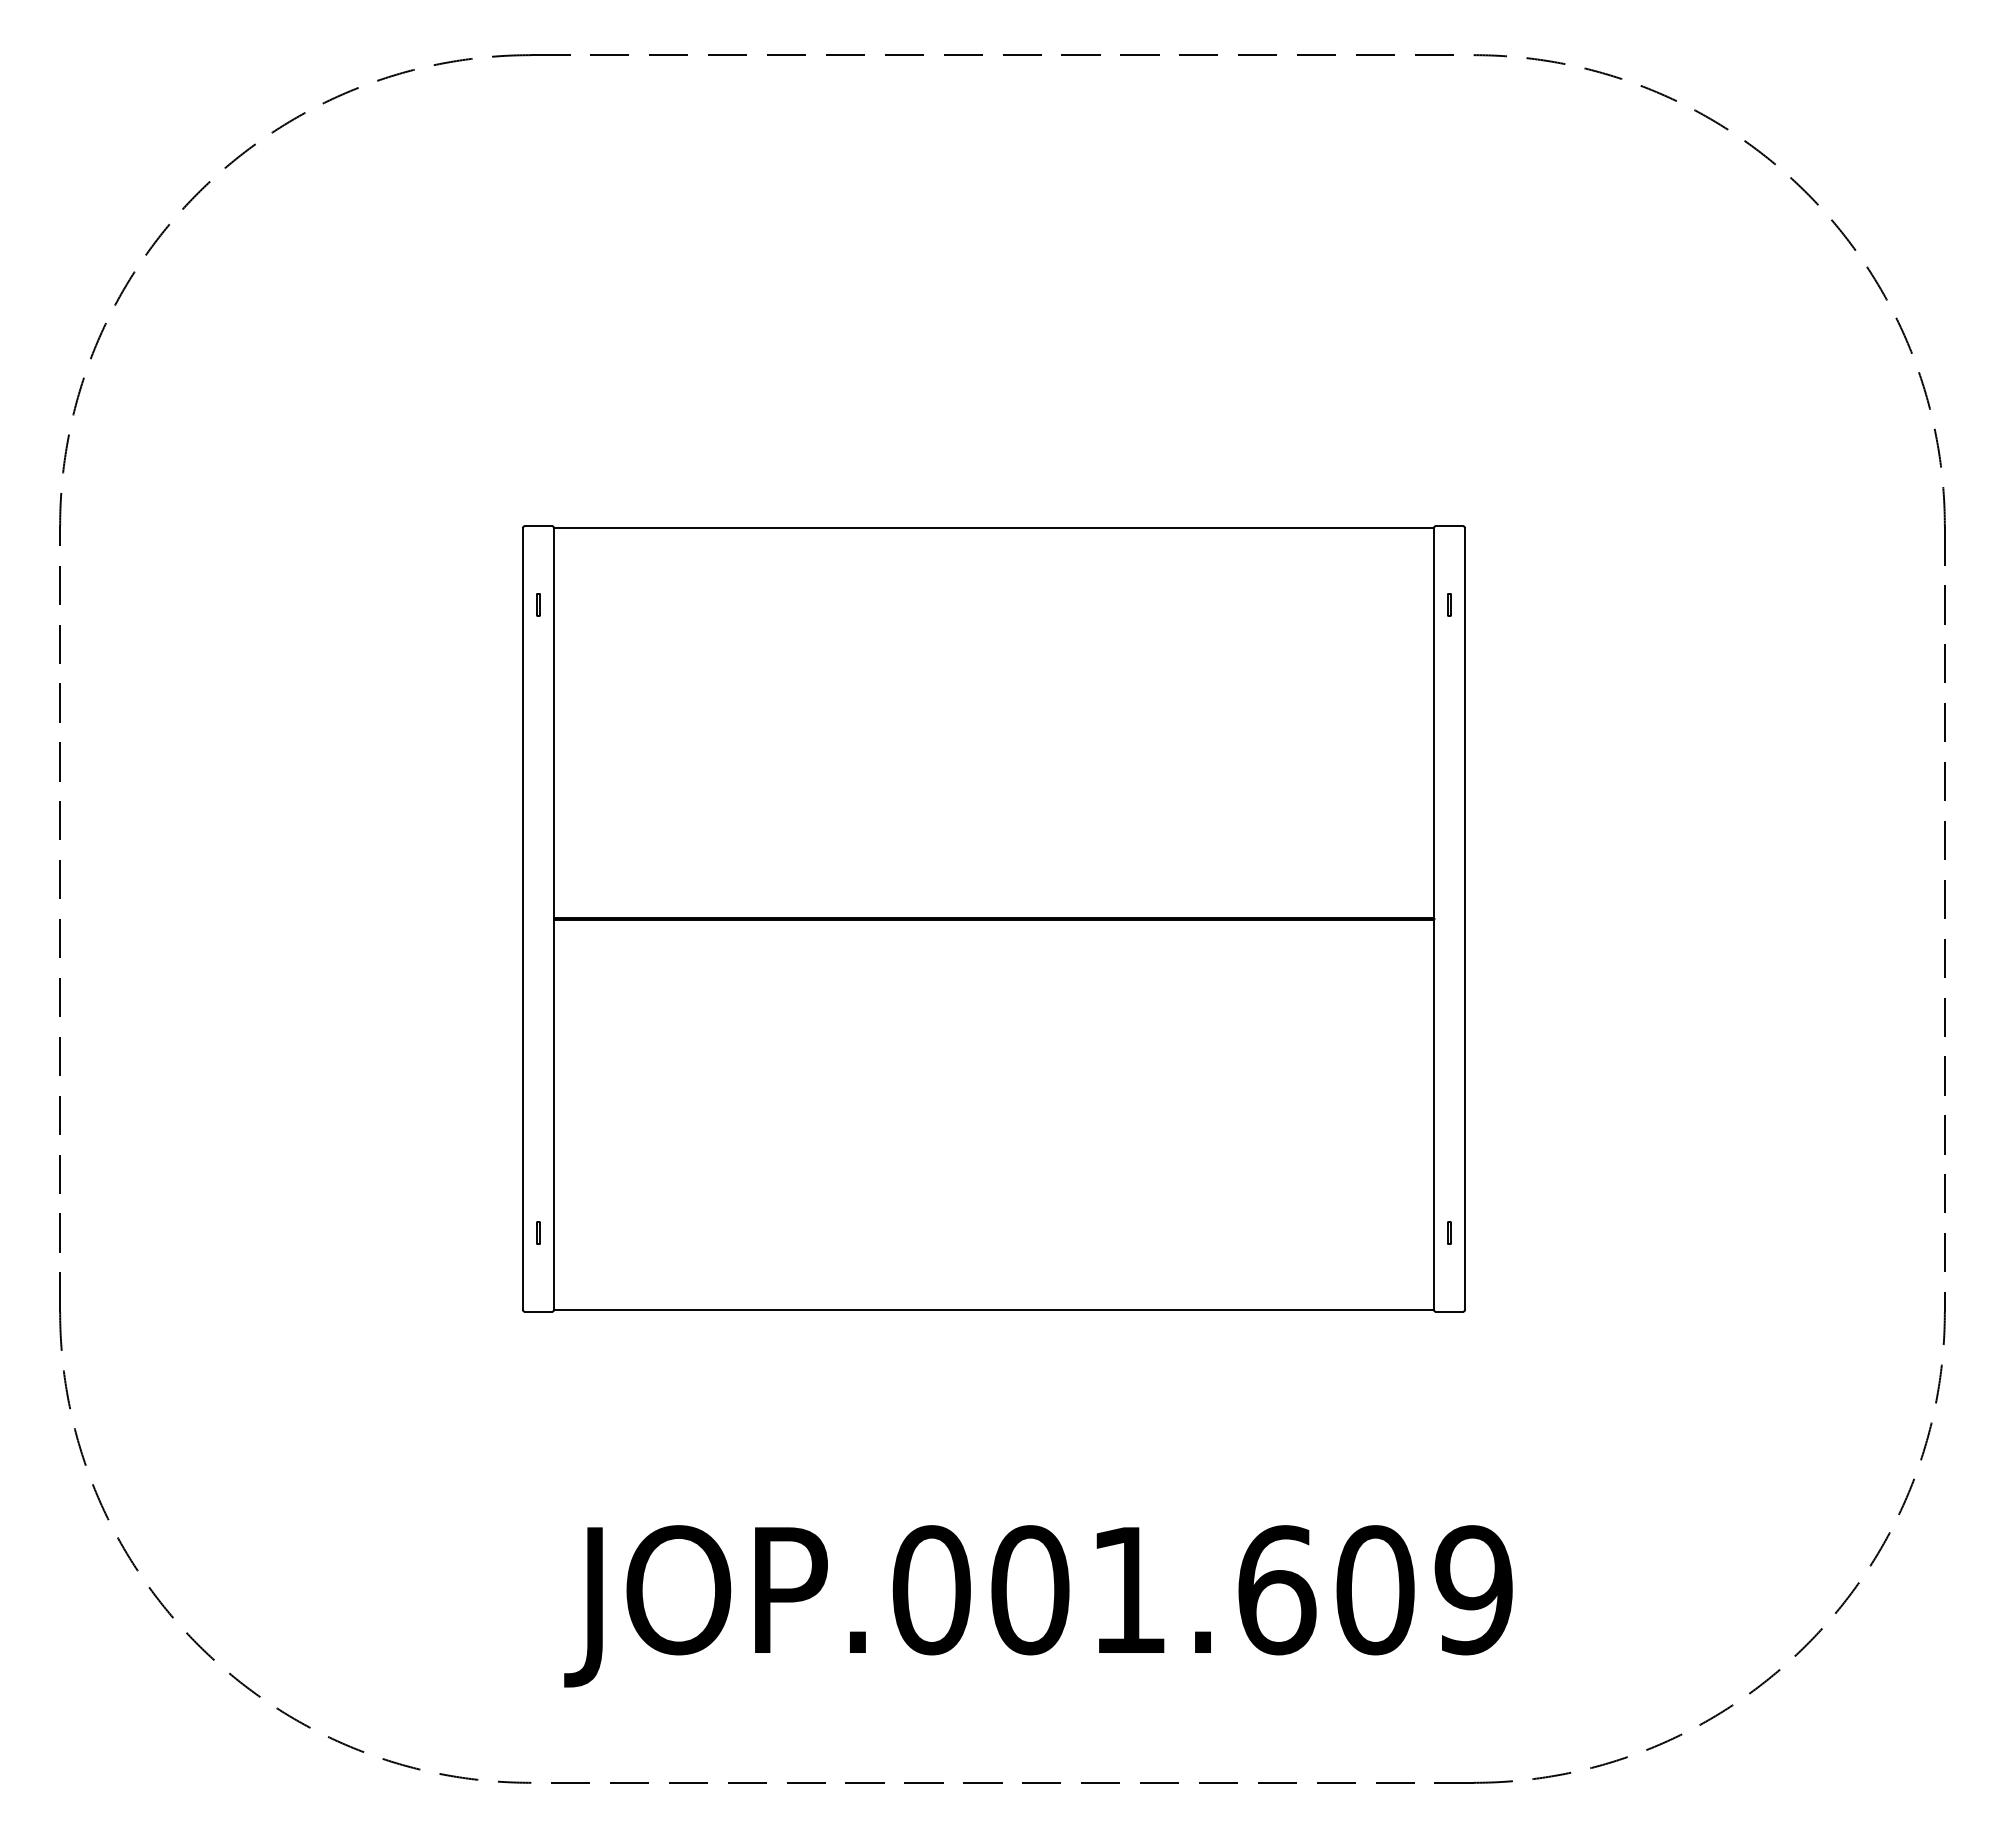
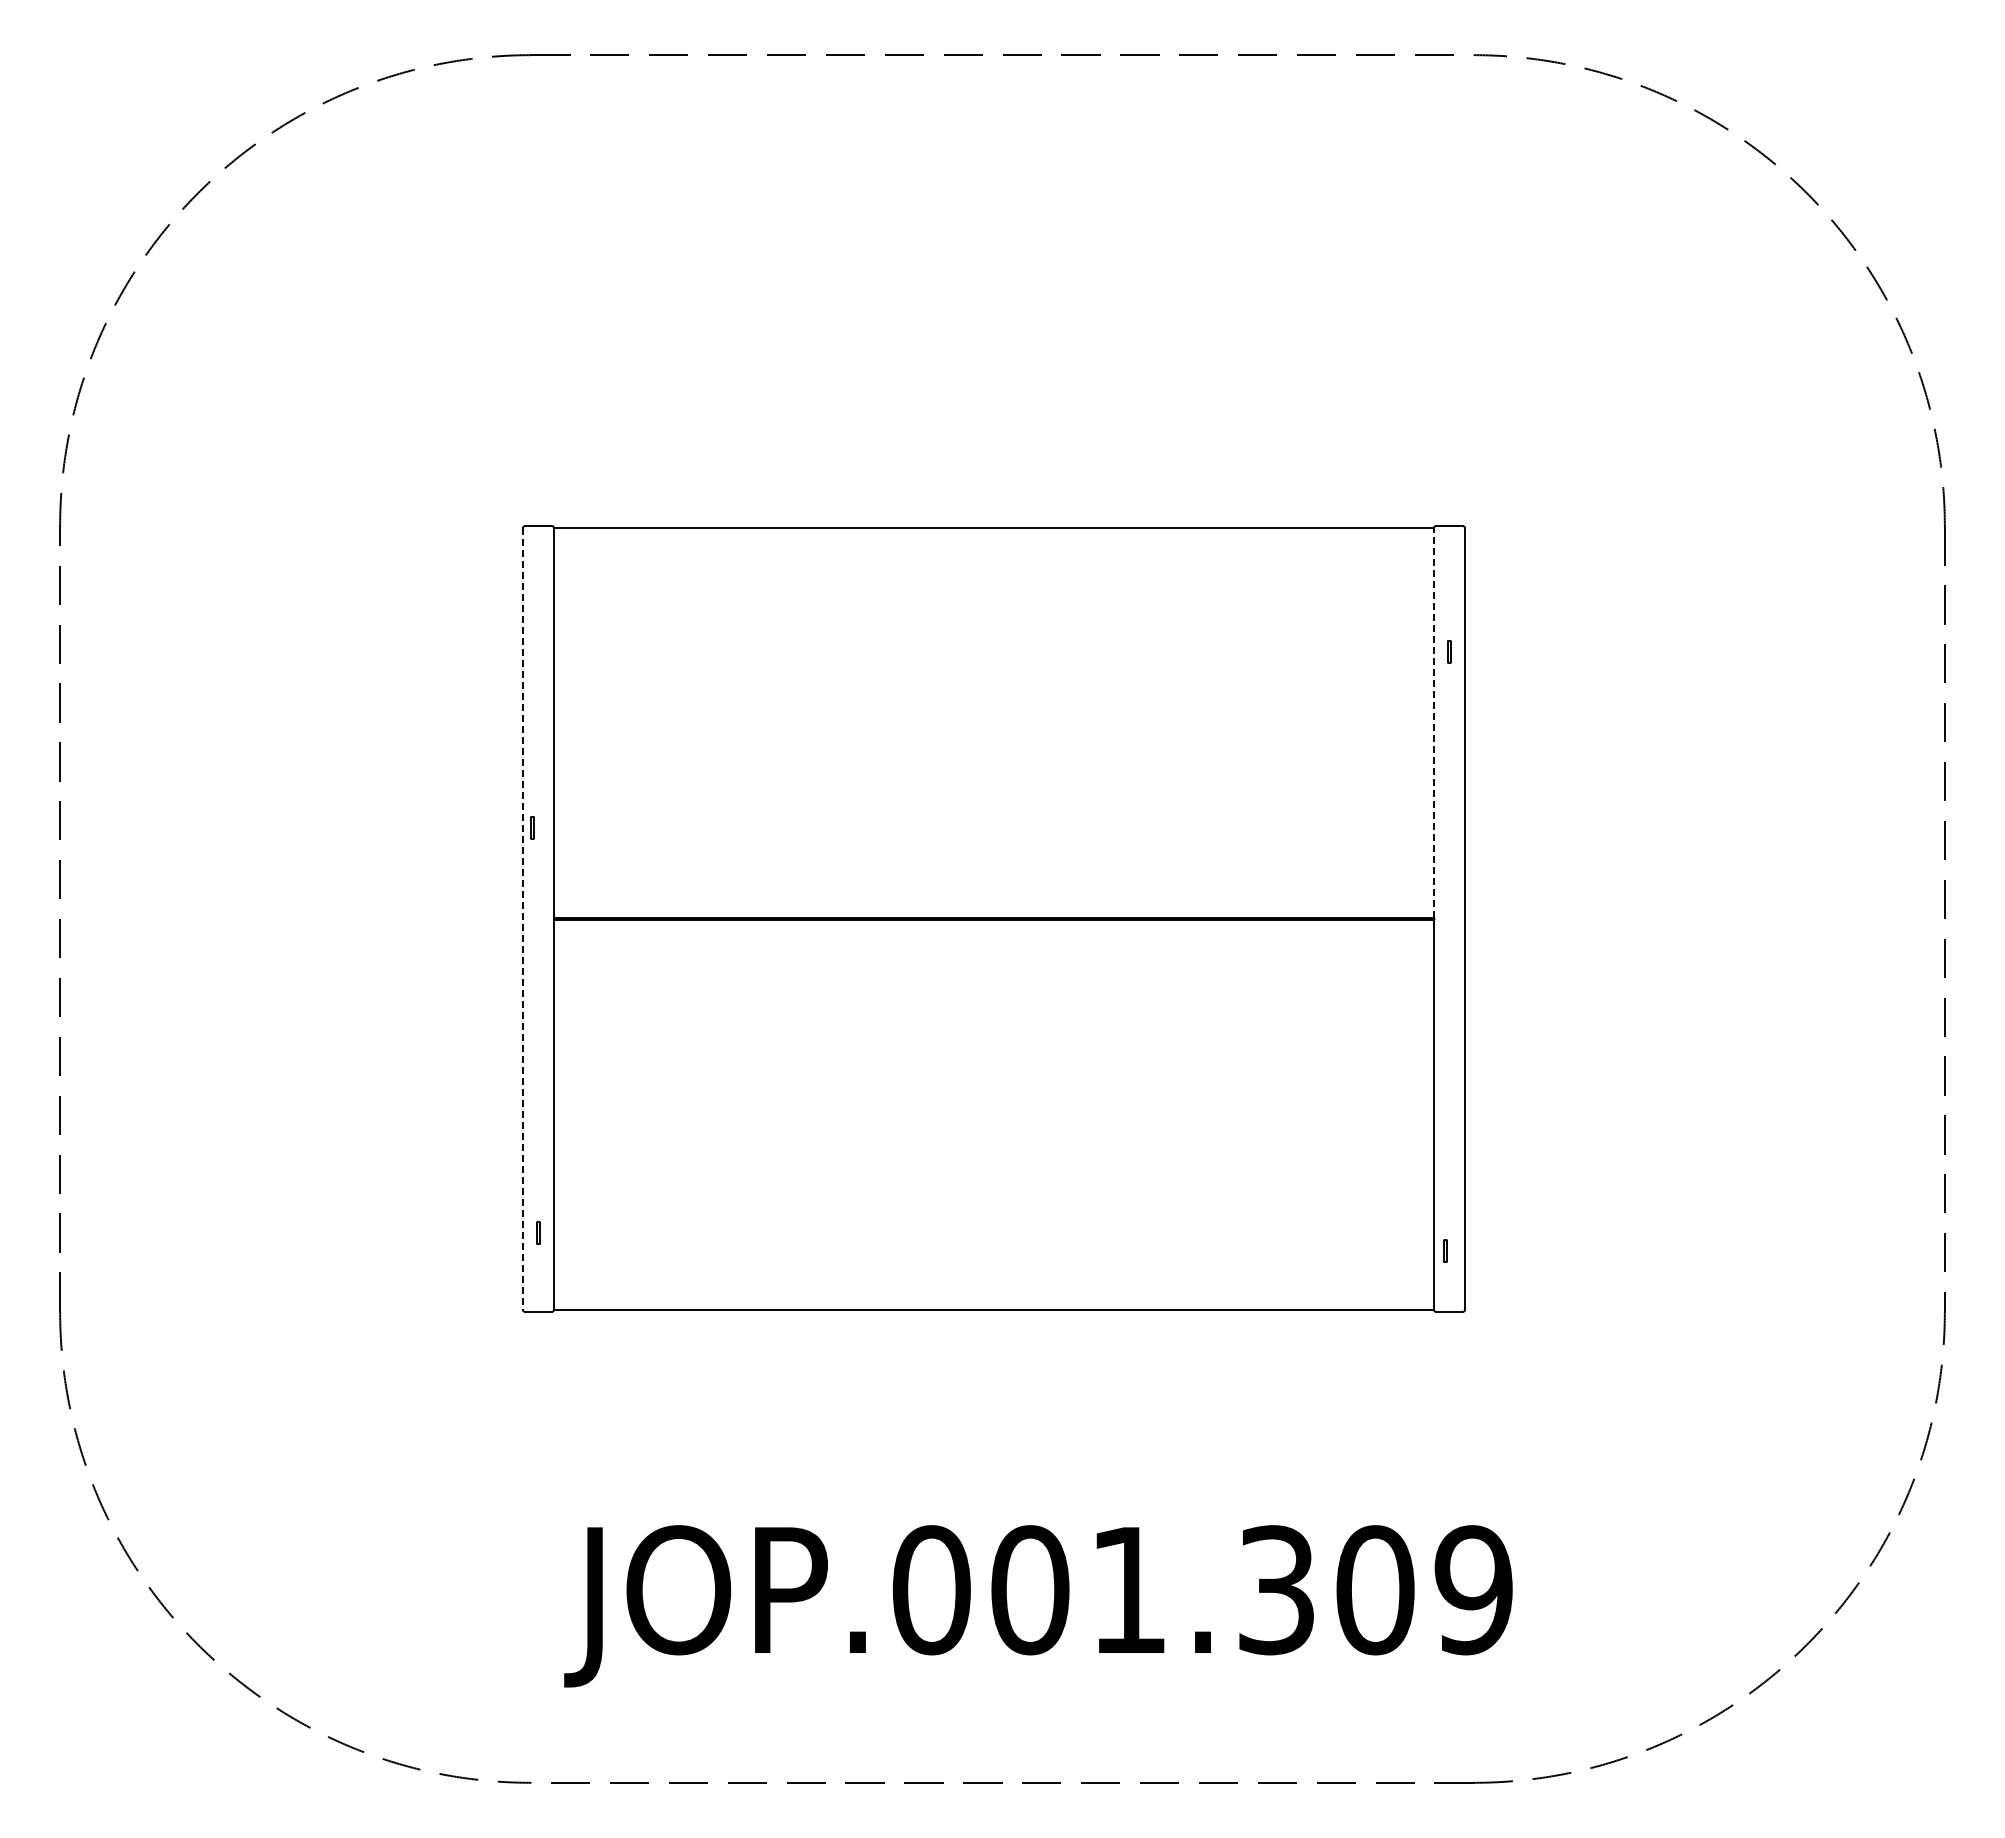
line at (537, 604) position: (537, 604) -> (531, 827)
line at (1448, 604) position: (1448, 604) -> (1448, 651)
line at (1433, 722): solid -> dashed
line at (522, 918): solid -> dashed
line at (1448, 1232) position: (1448, 1232) -> (1444, 1250)
text at (1277, 1590): JOP.001.609 -> JOP.001.309
